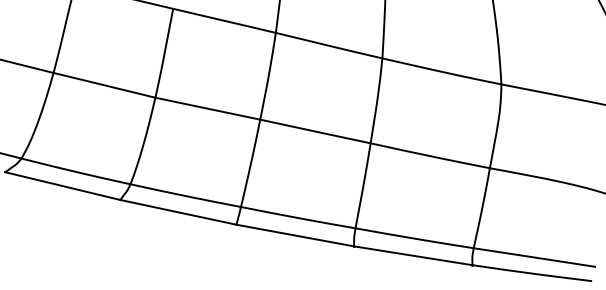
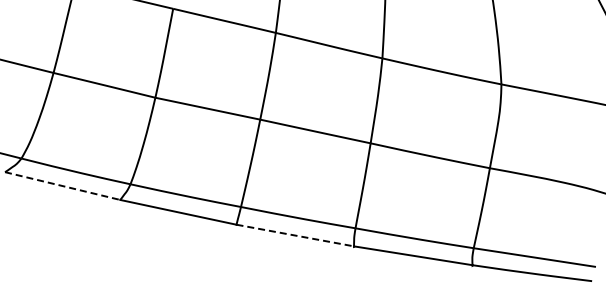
line at (63, 186): solid -> dashed
line at (295, 235): solid -> dashed
